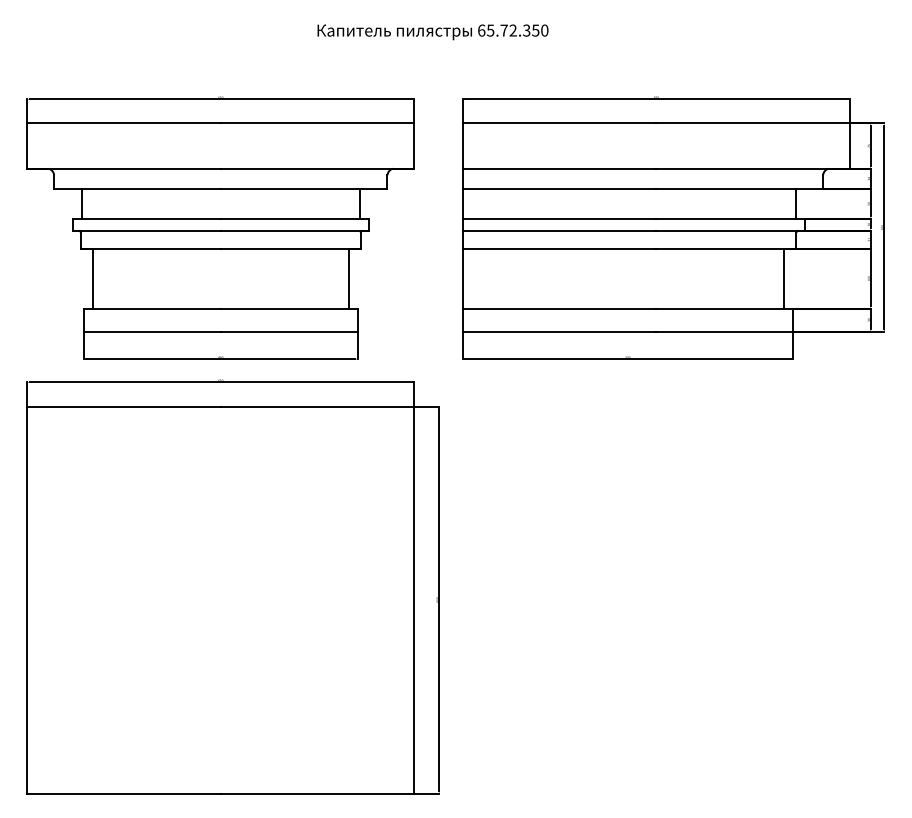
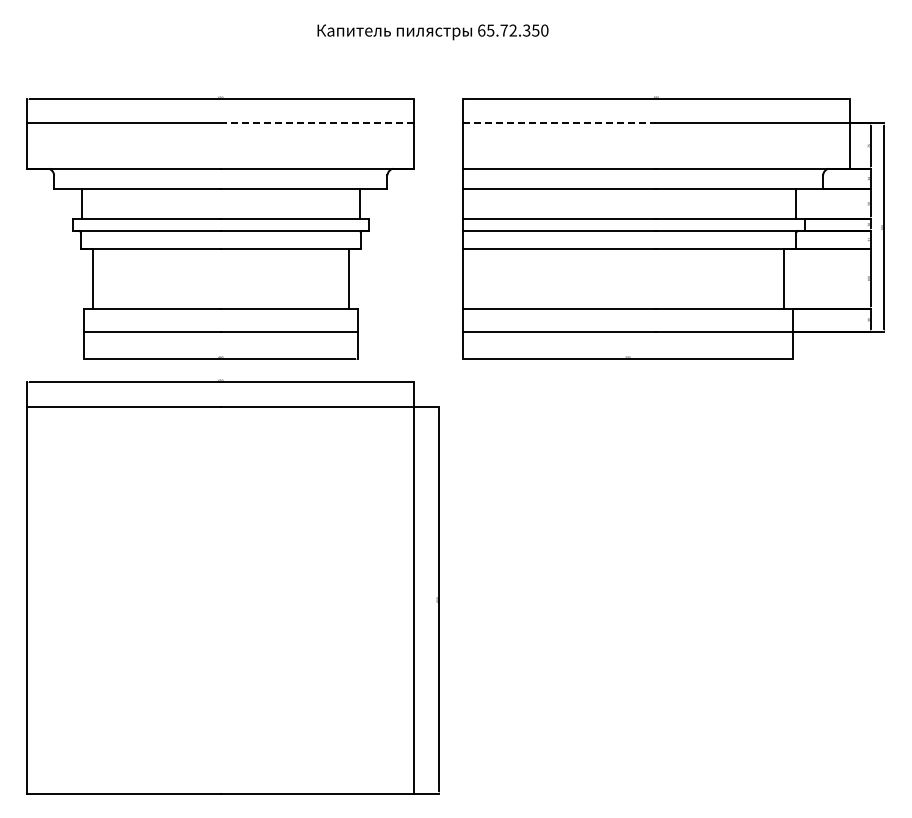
line at (317, 123): solid -> dashed
line at (559, 123): solid -> dashed
